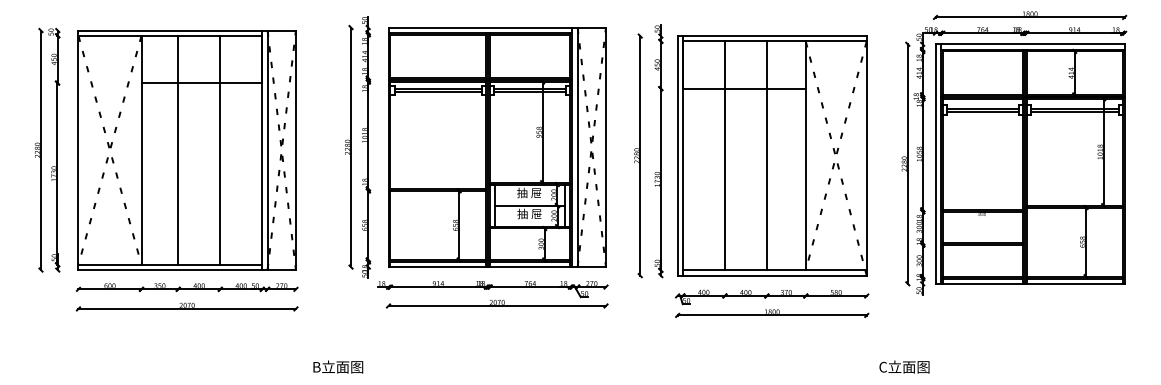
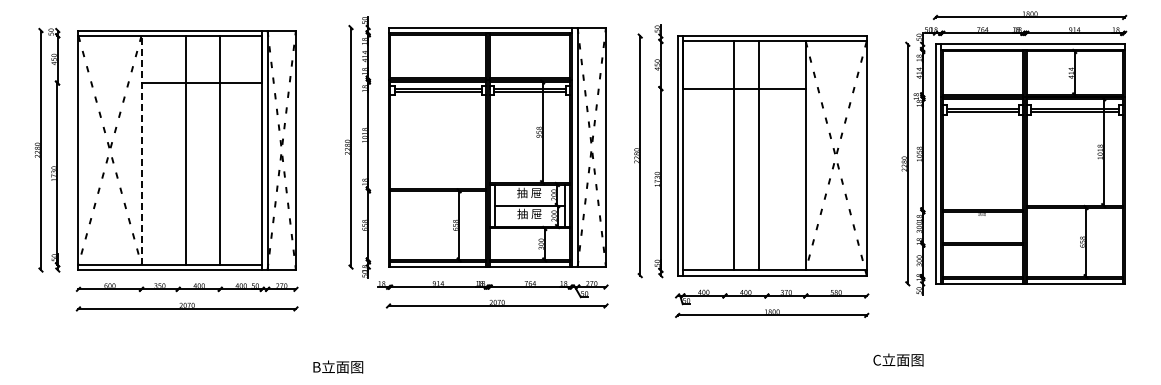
line at (178, 149) position: (178, 149) -> (186, 149)
line at (141, 150): solid -> dashed
line at (724, 155) position: (724, 155) -> (733, 155)
line at (766, 155) position: (766, 155) -> (758, 155)
text at (904, 366) position: (904, 366) -> (898, 359)
